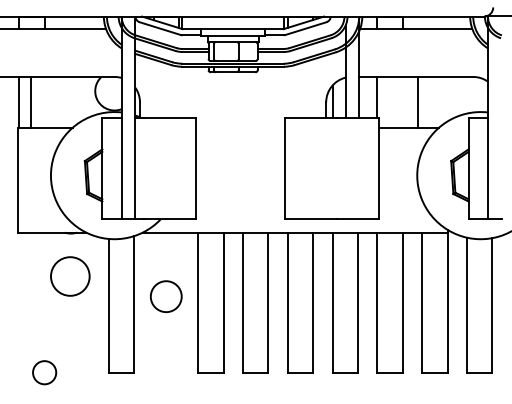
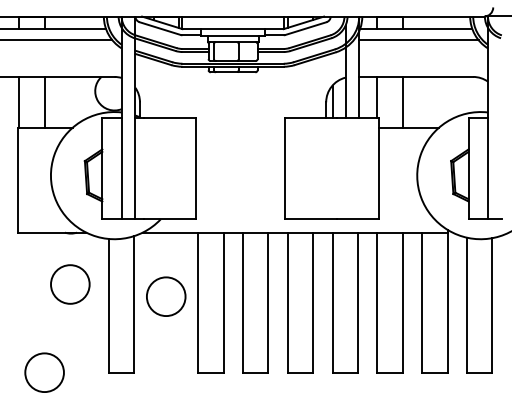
line at (57, 40): none -> present
line at (418, 40): none -> present
line at (30, 101) position: (30, 101) -> (44, 101)
line at (417, 101) position: (417, 101) -> (402, 101)
circle at (70, 276) position: (70, 276) -> (70, 284)
circle at (165, 296) size: 34x33 px -> 41x41 px
circle at (44, 372) diameter: 23 px -> 39 px
